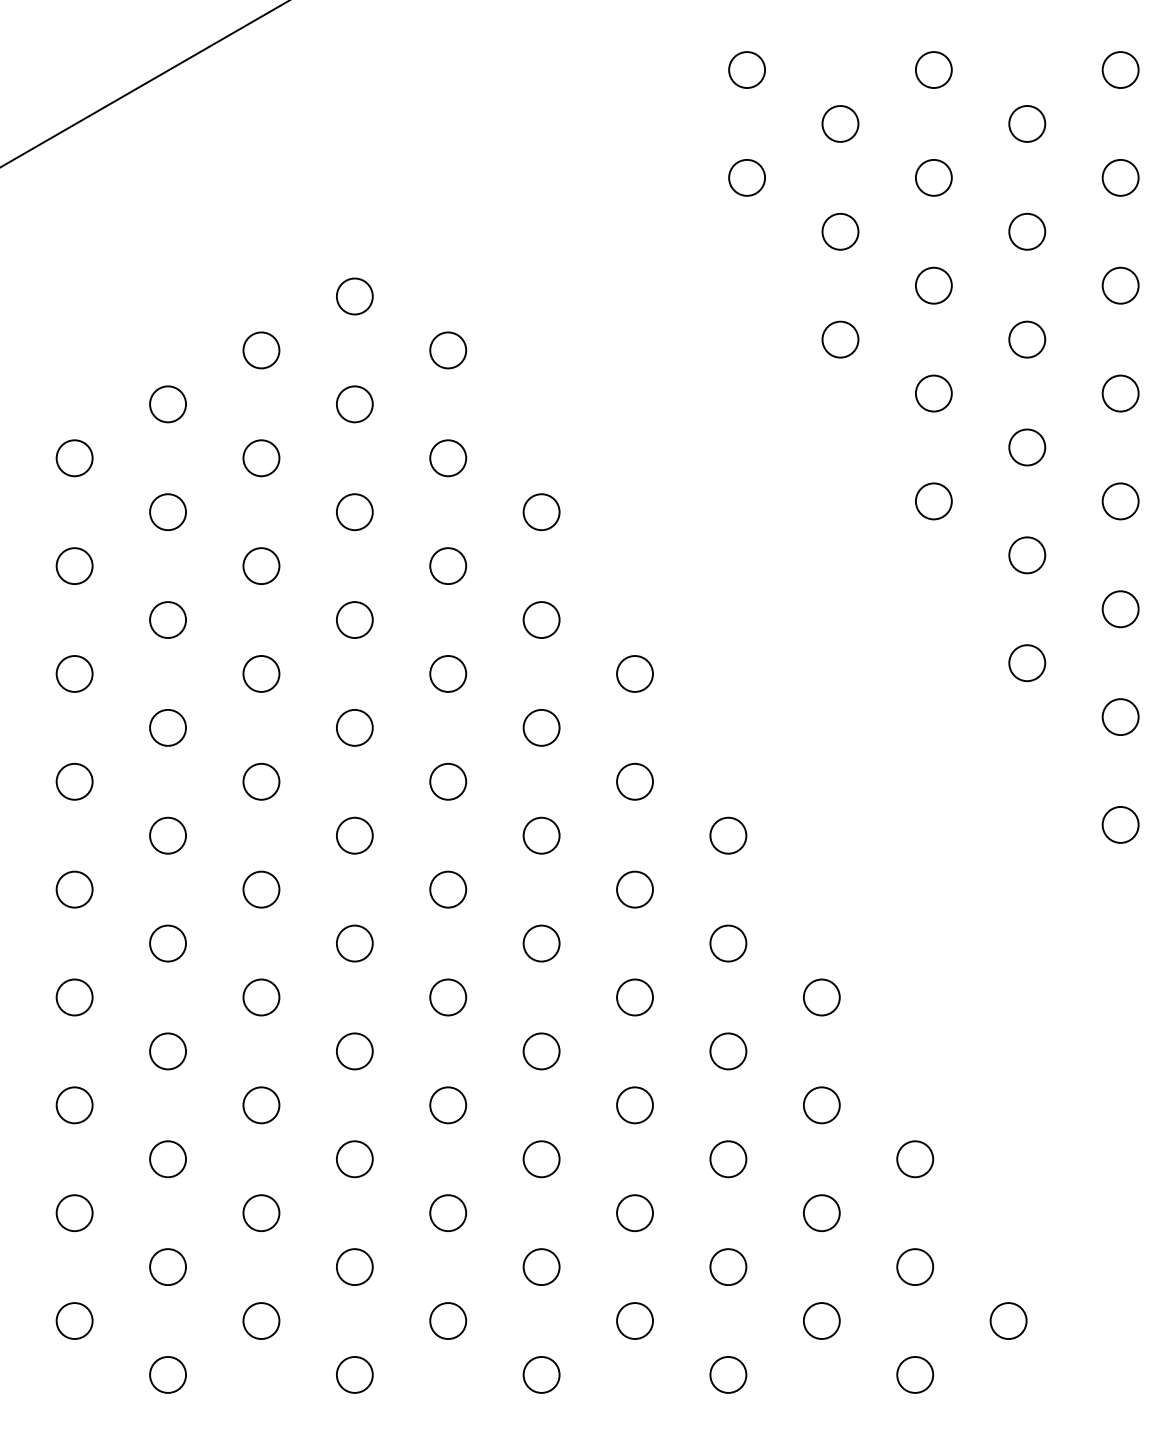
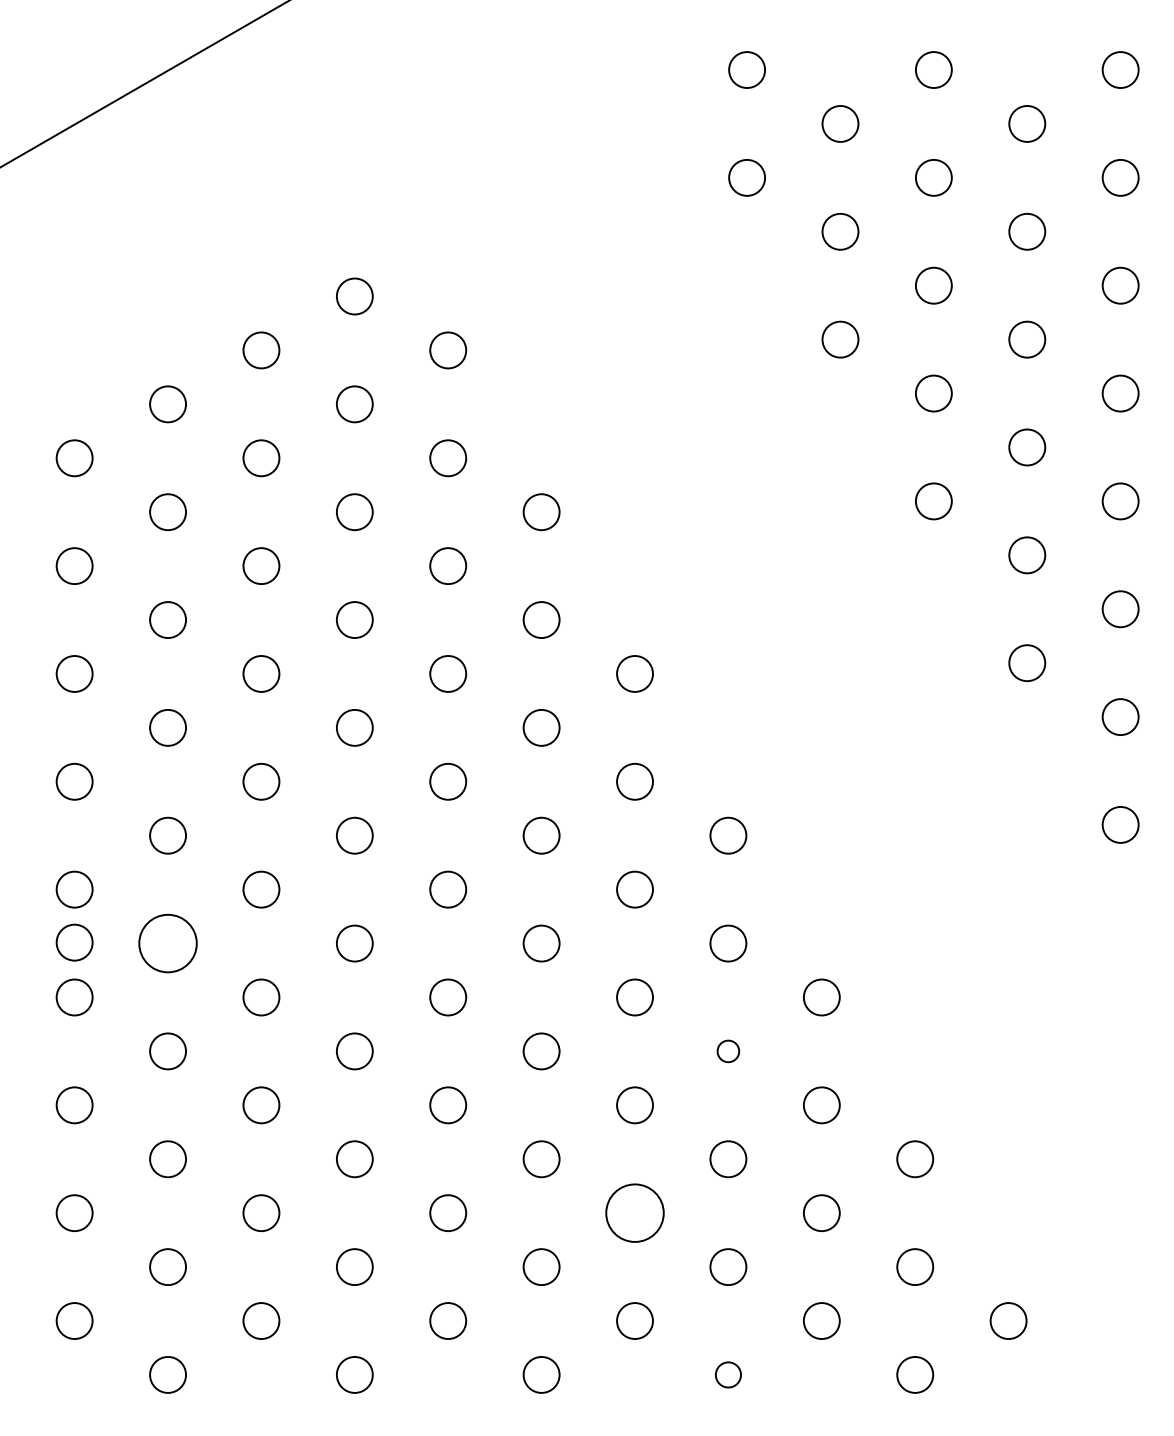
circle at (74, 942): none -> present
circle at (168, 943) diameter: 36 px -> 58 px
circle at (728, 1051) diameter: 36 px -> 22 px
circle at (634, 1213) diameter: 36 px -> 58 px
circle at (728, 1374) size: 39x38 px -> 27x28 px
